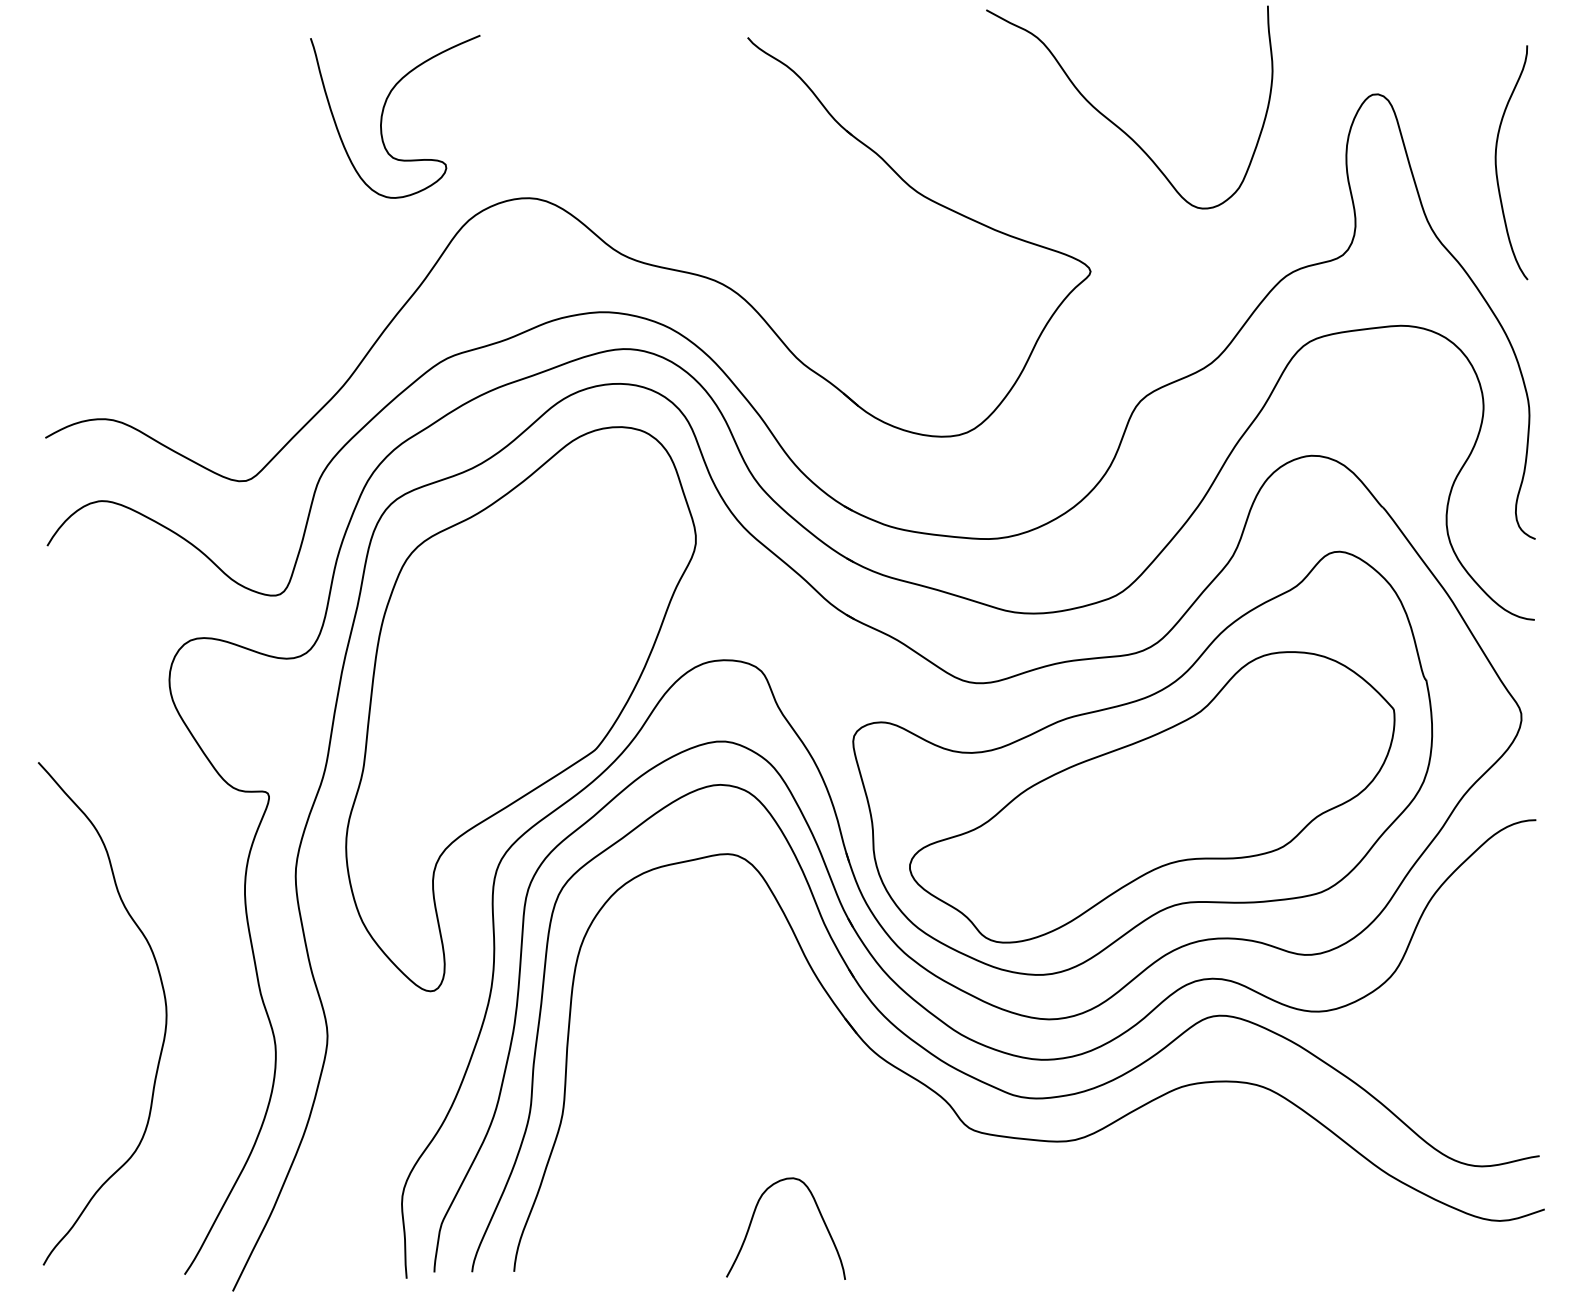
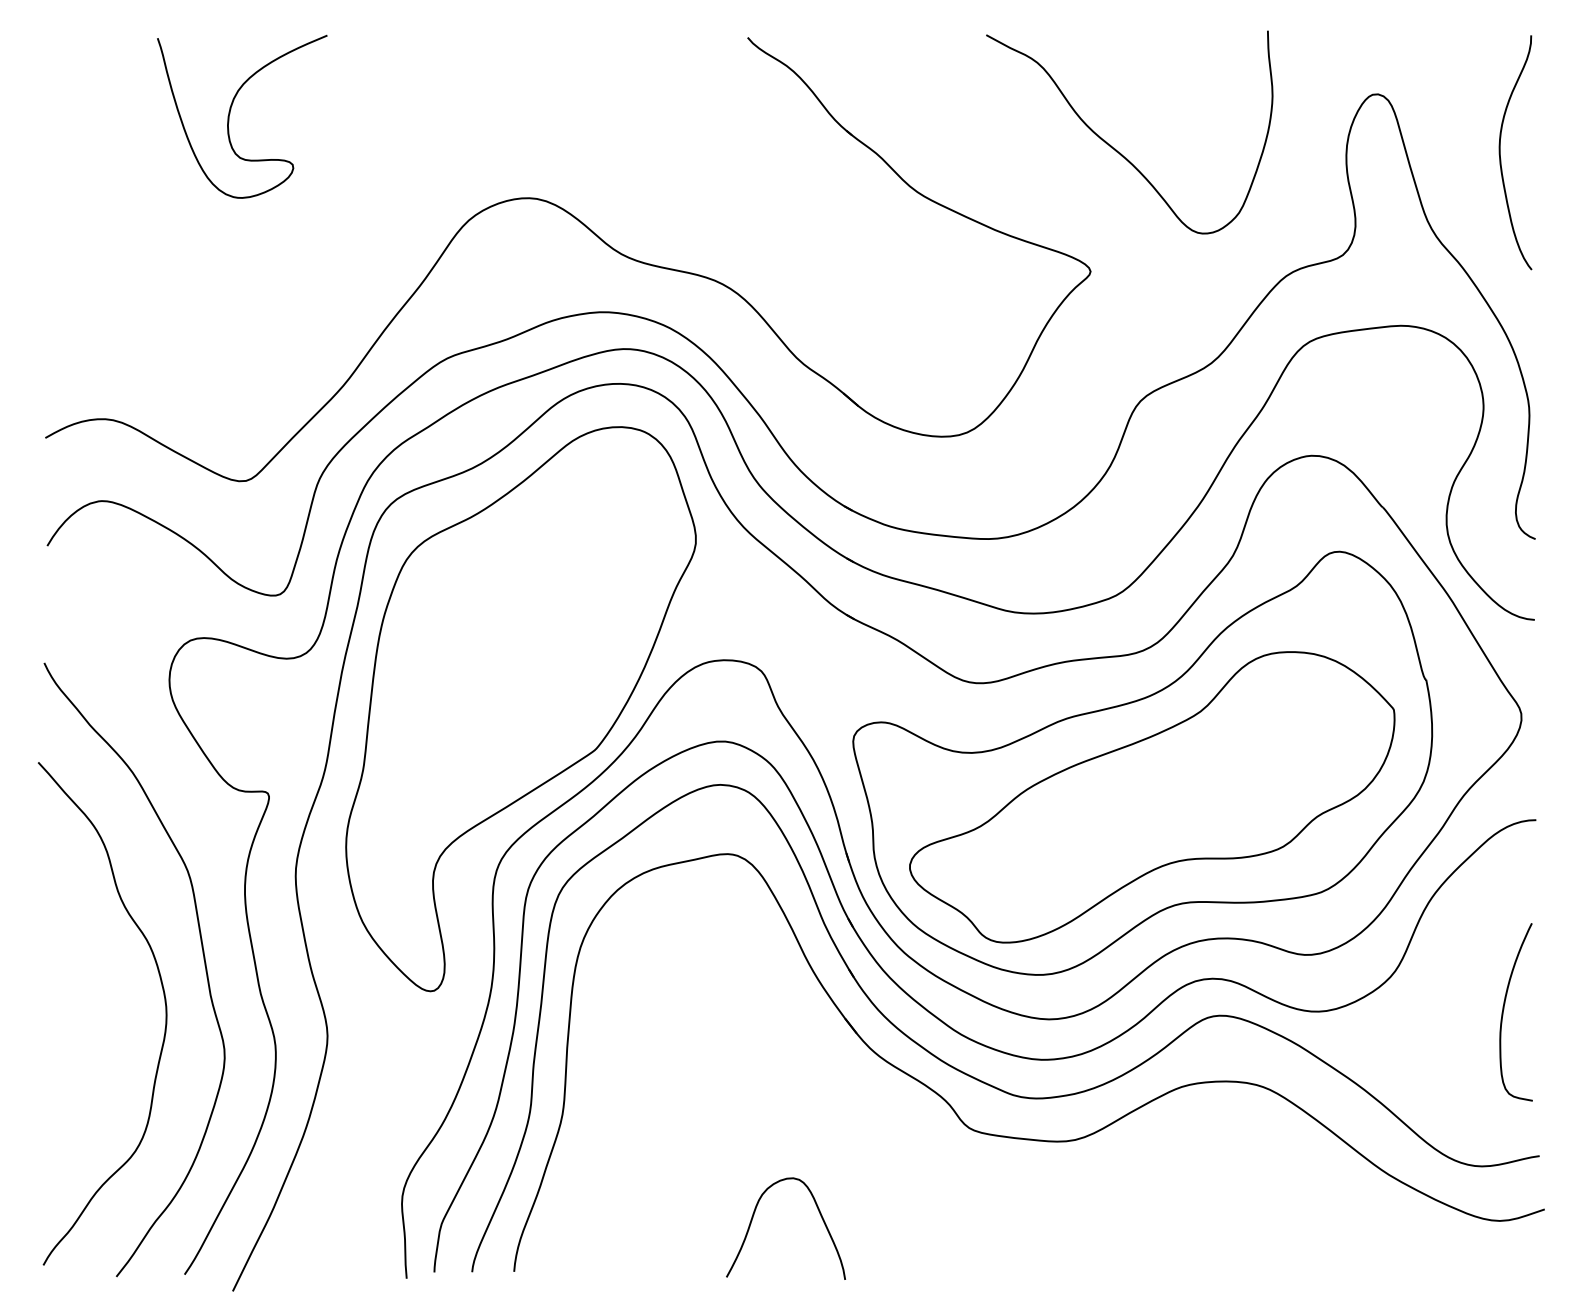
curve at (383, 114) position: (383, 114) -> (230, 114)
curve at (1115, 123) position: (1115, 123) -> (1115, 148)
curve at (1496, 162) position: (1496, 162) -> (1500, 152)
curve at (203, 959): none -> present
curve at (1504, 1009): none -> present
